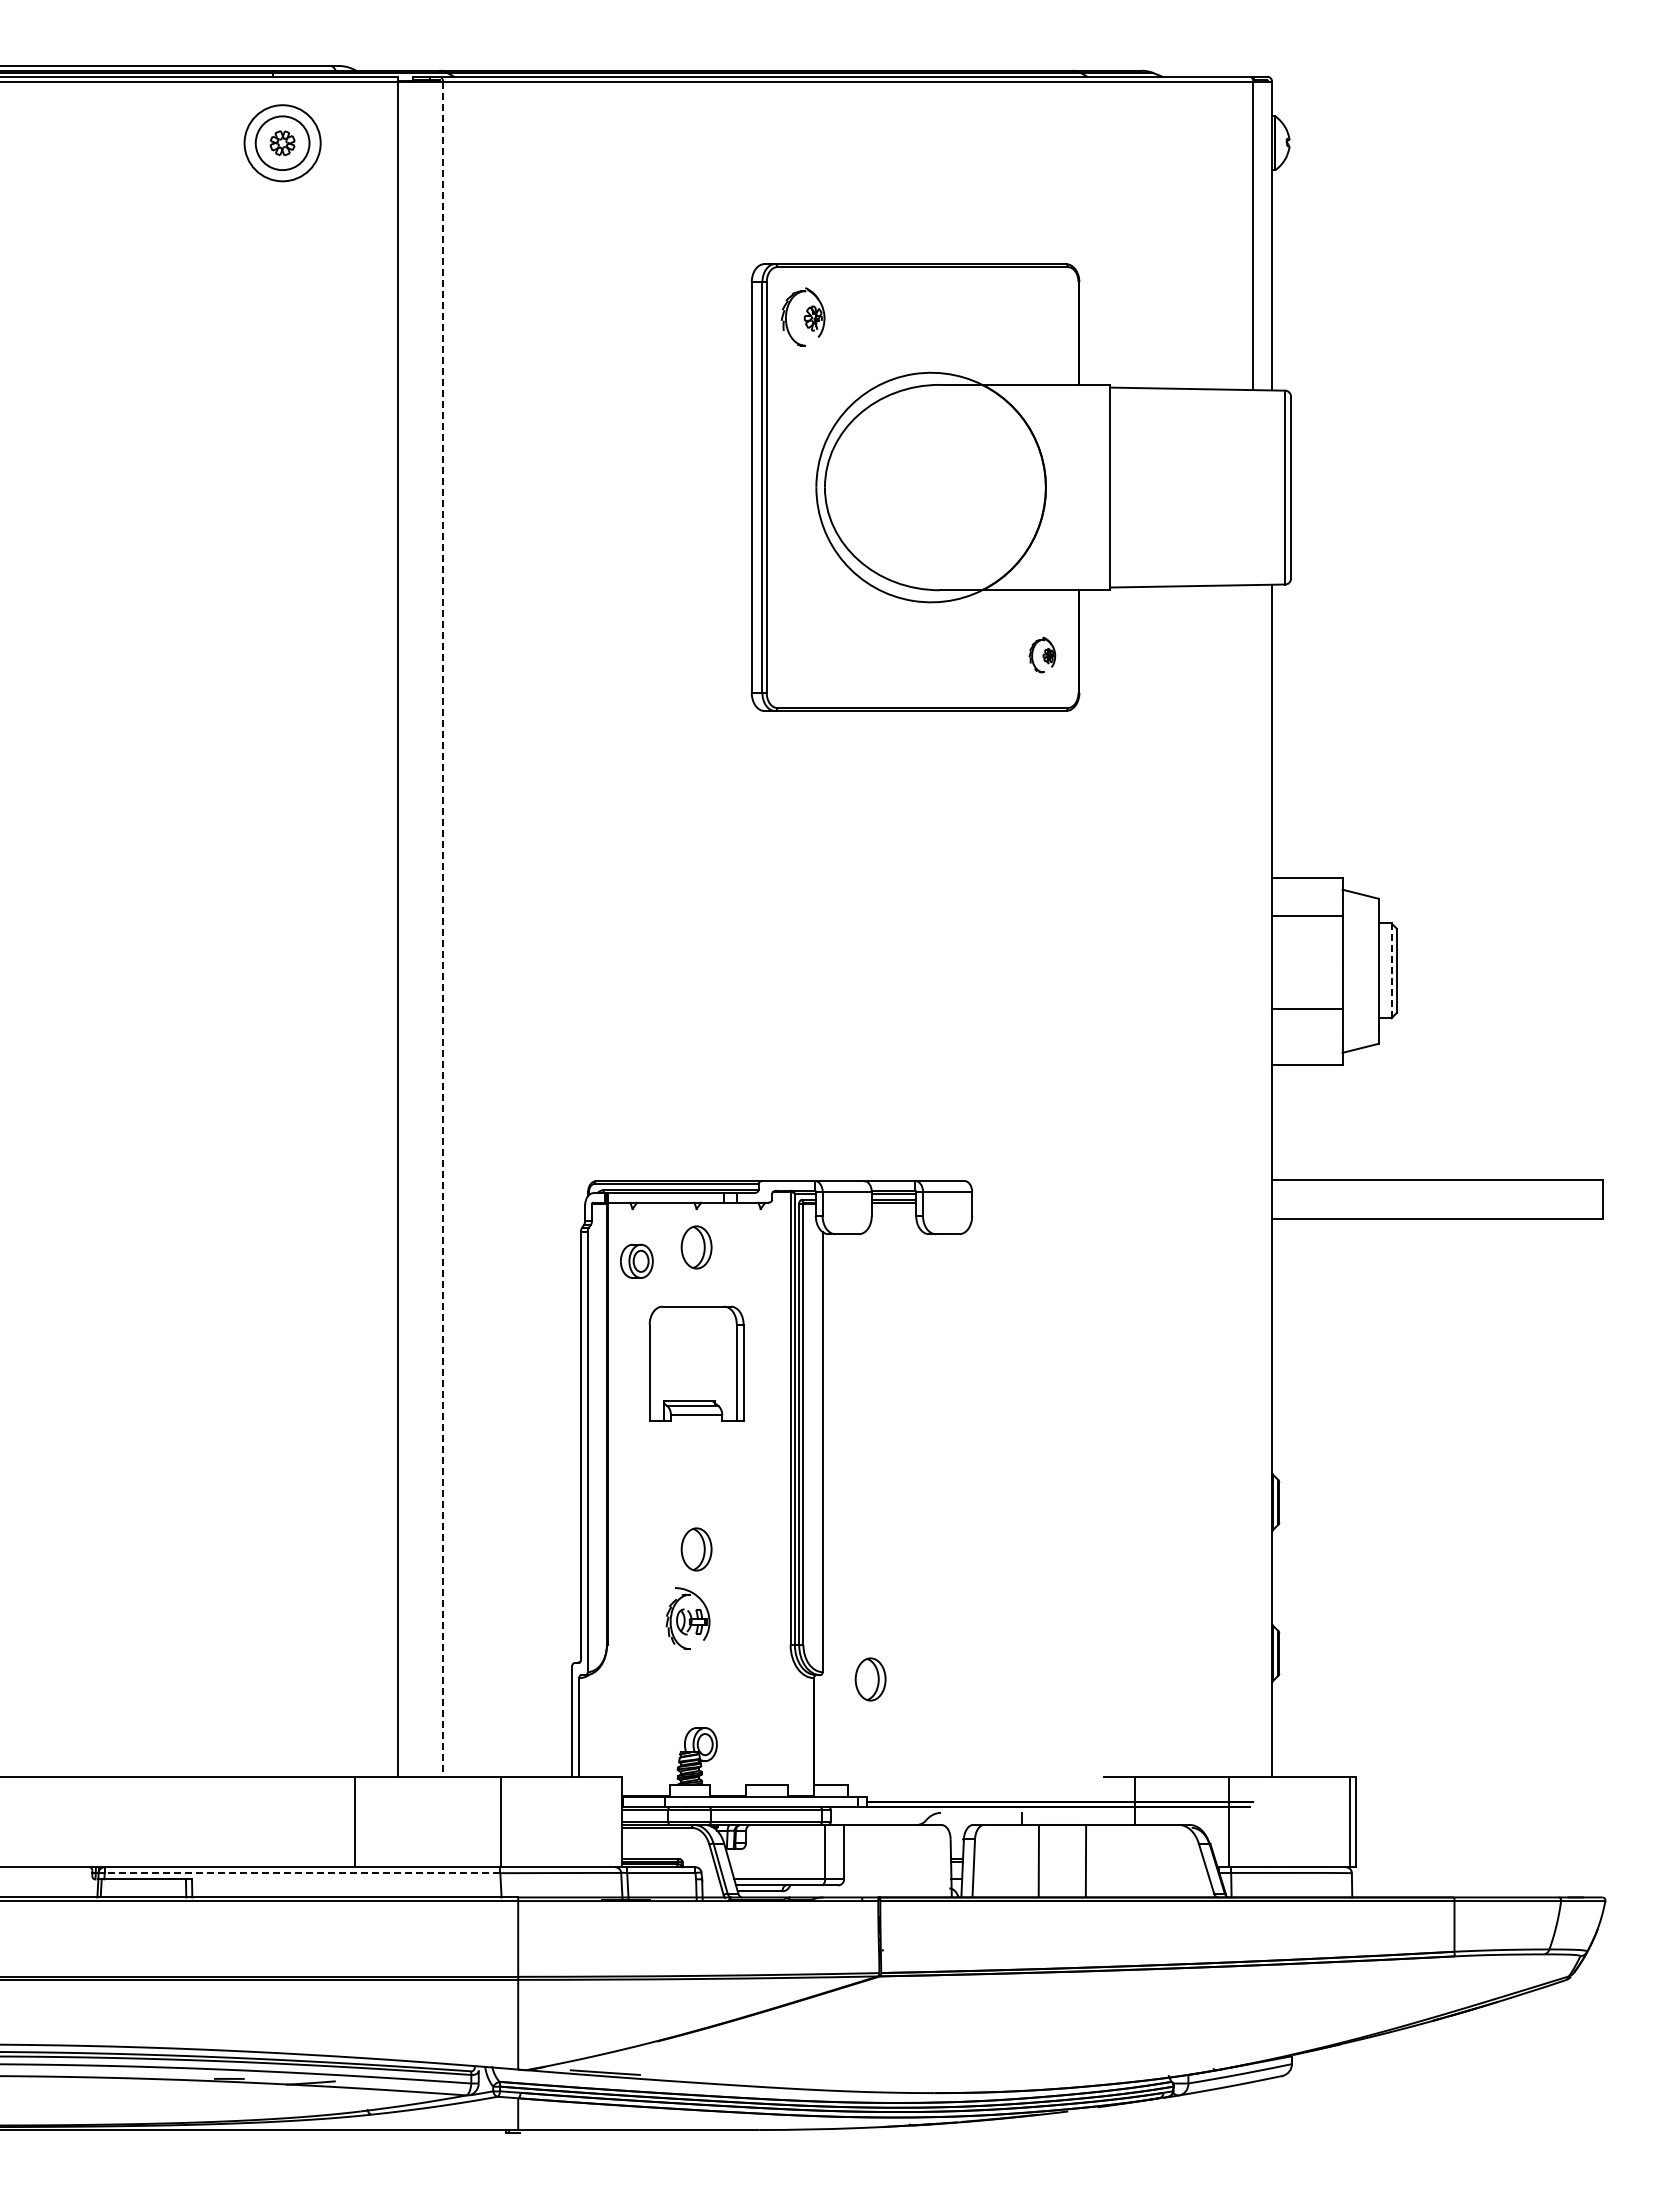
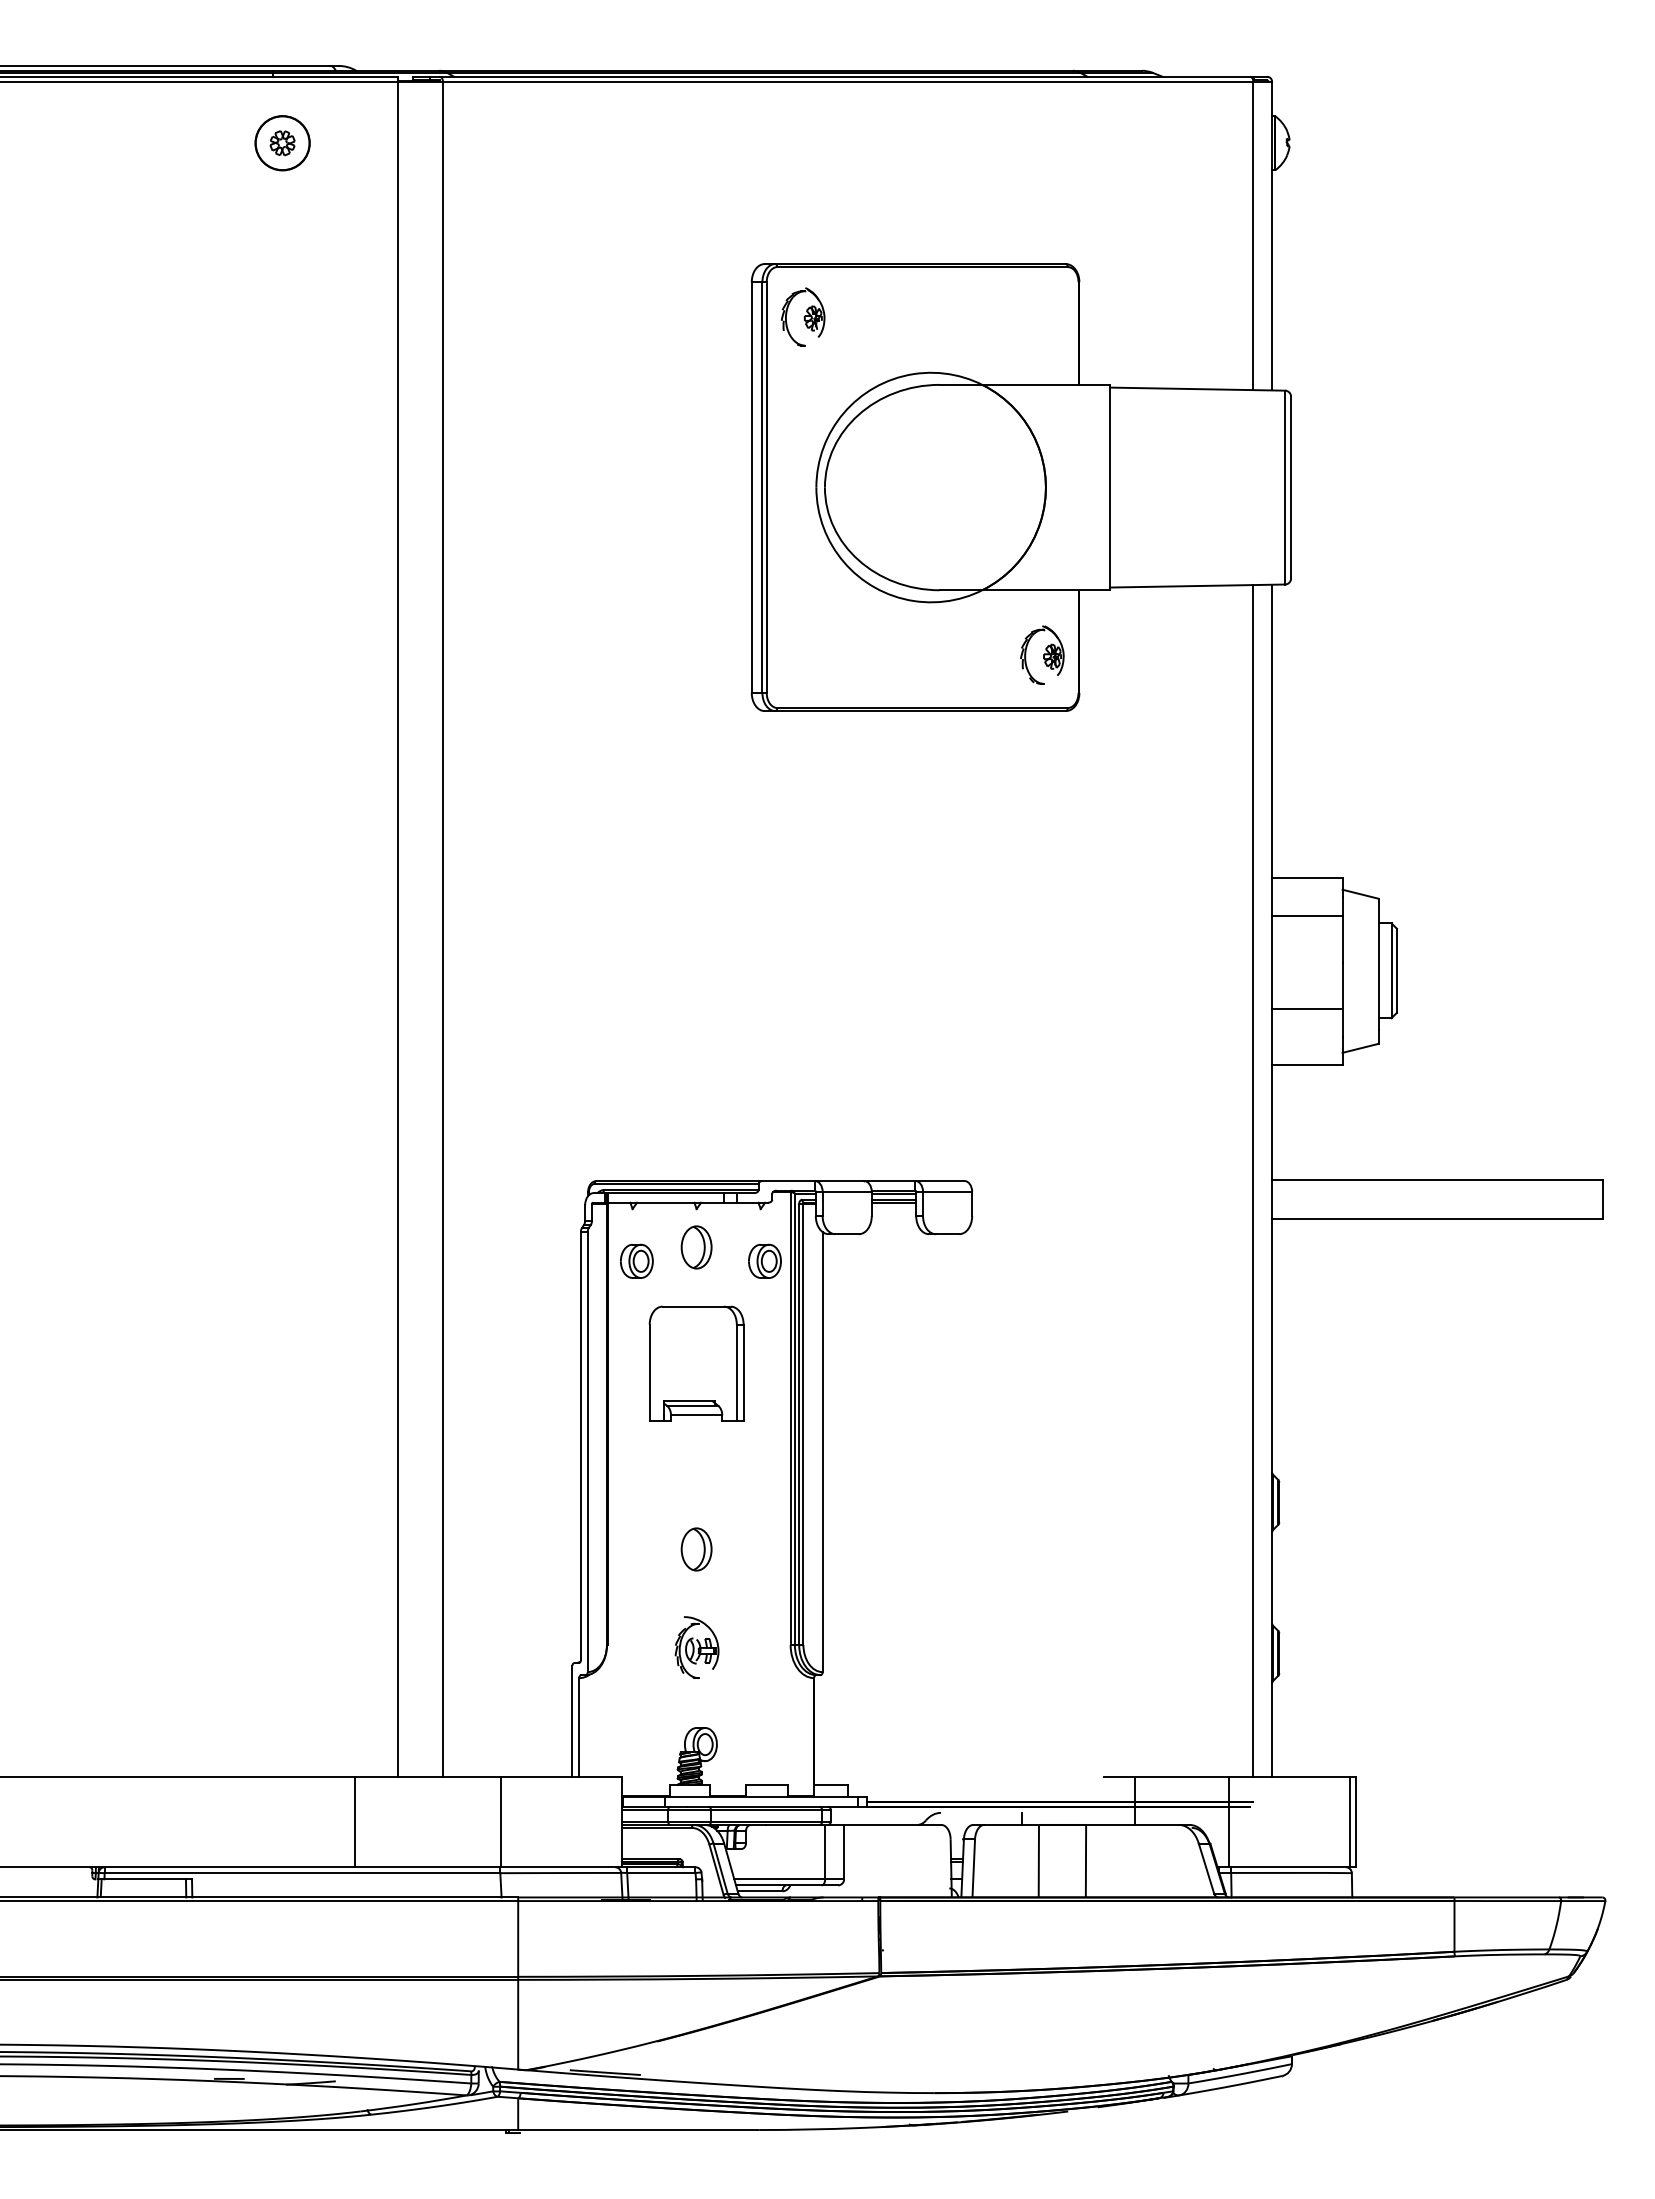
circle at (282, 143) diameter: 76 px -> 54 px
part at (1042, 655) size: 29x37 px -> 45x60 px
line at (443, 929): dashed -> solid
line at (1391, 970): dashed -> solid
line at (1253, 1180): none -> present
part at (764, 1260): none -> present
part at (687, 1618) position: (687, 1618) -> (696, 1647)
part at (870, 1679): present -> none
line at (302, 1873): dashed -> solid
